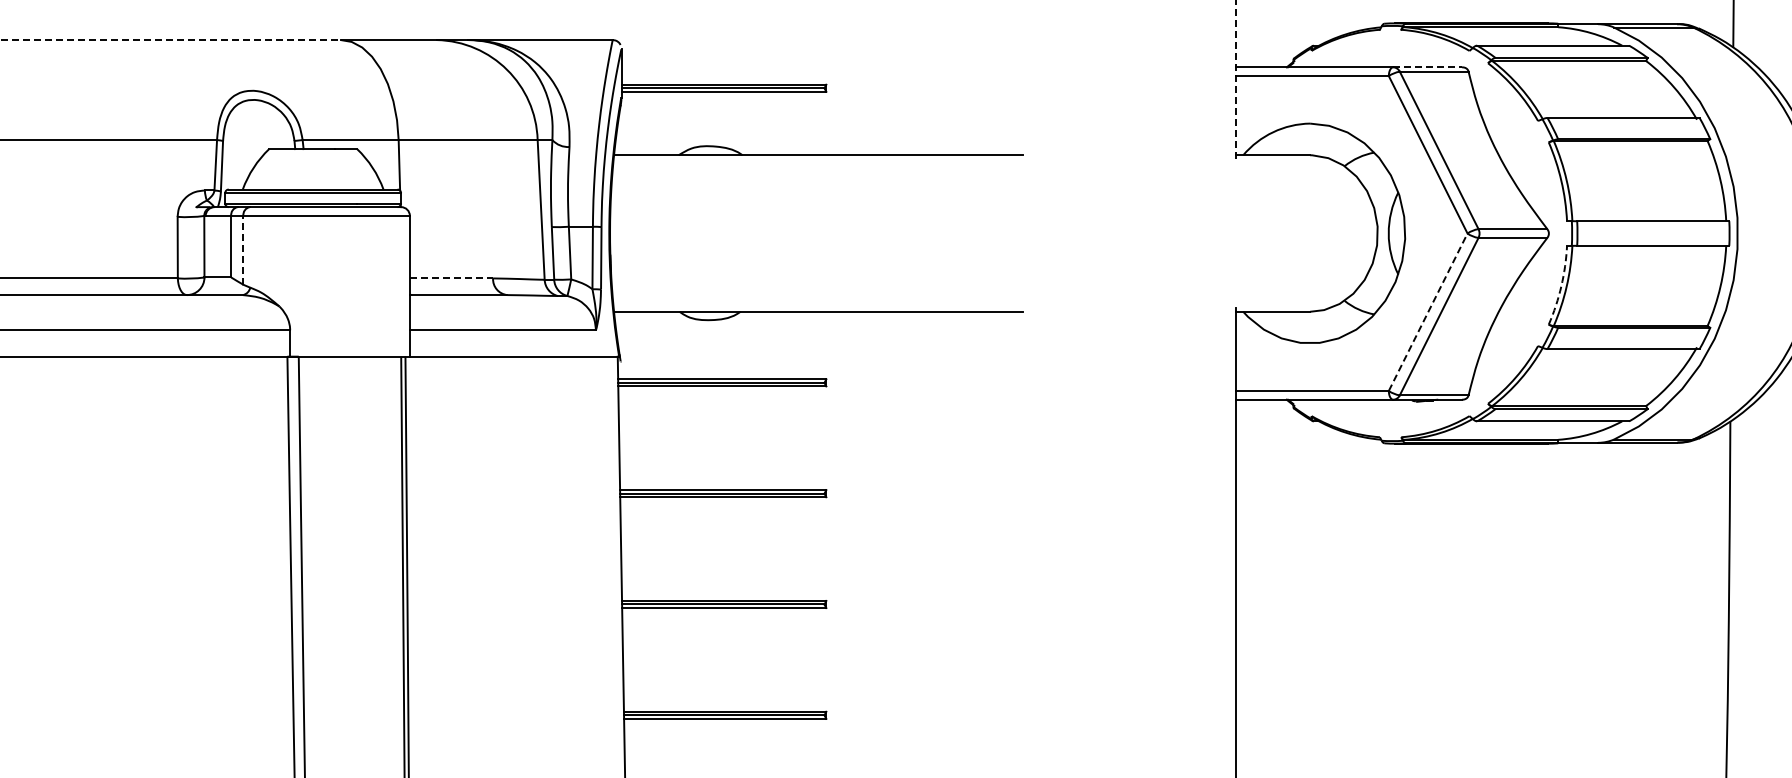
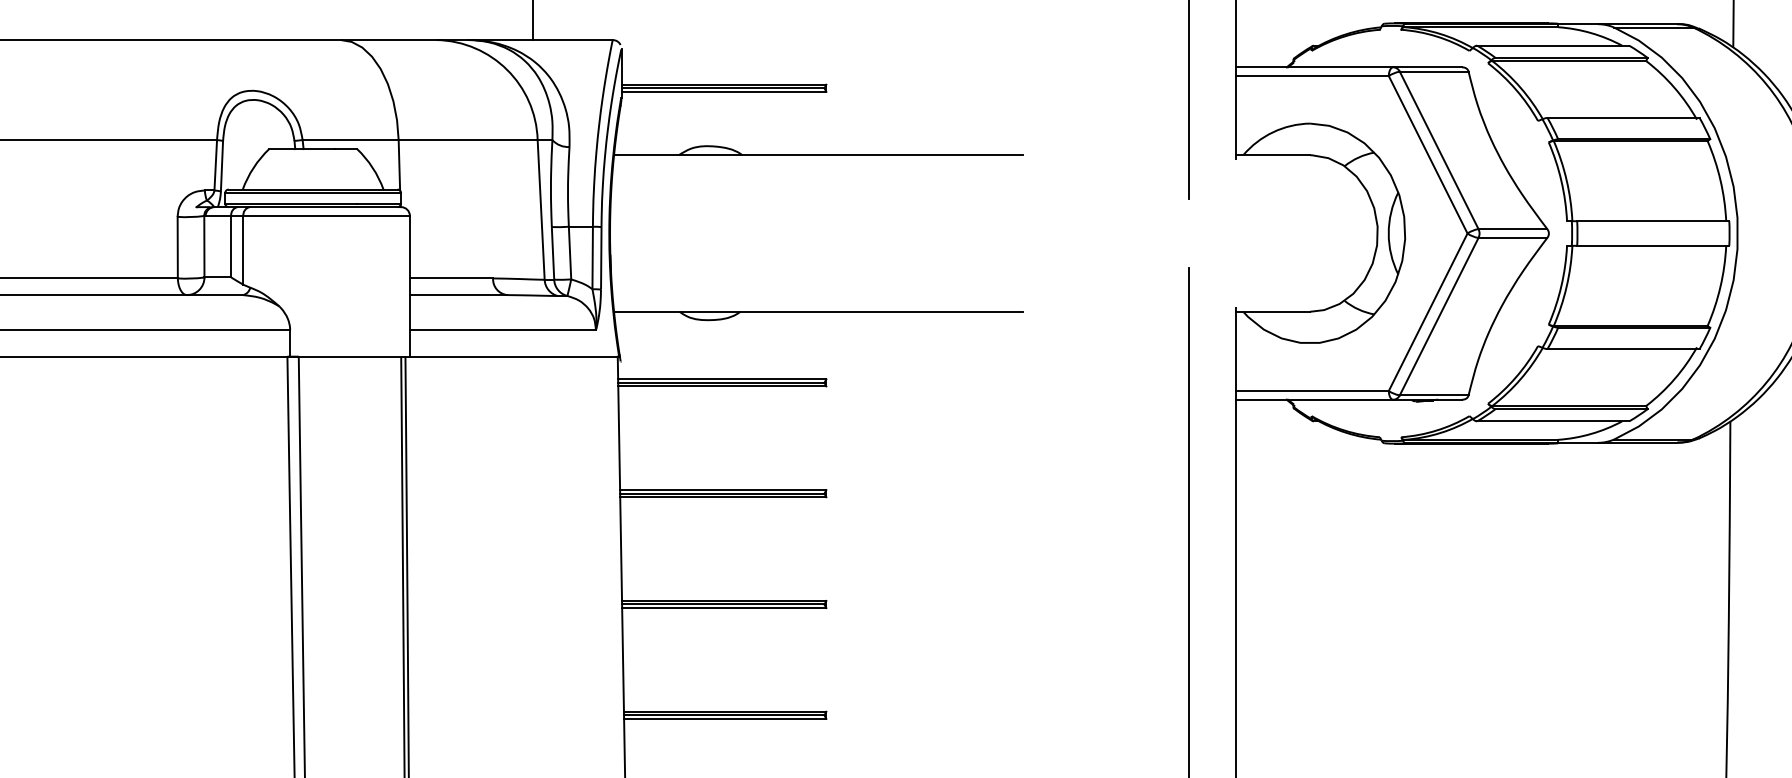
line at (532, 21): none -> present
line at (171, 40): dashed -> solid
line at (1428, 67): dashed -> solid
line at (1236, 79): dashed -> solid
line at (1189, 100): none -> present
line at (243, 249): dashed -> solid
line at (451, 278): dashed -> solid
arc at (1561, 286): dashed -> solid
line at (1428, 311): dashed -> solid
line at (1189, 520): none -> present
